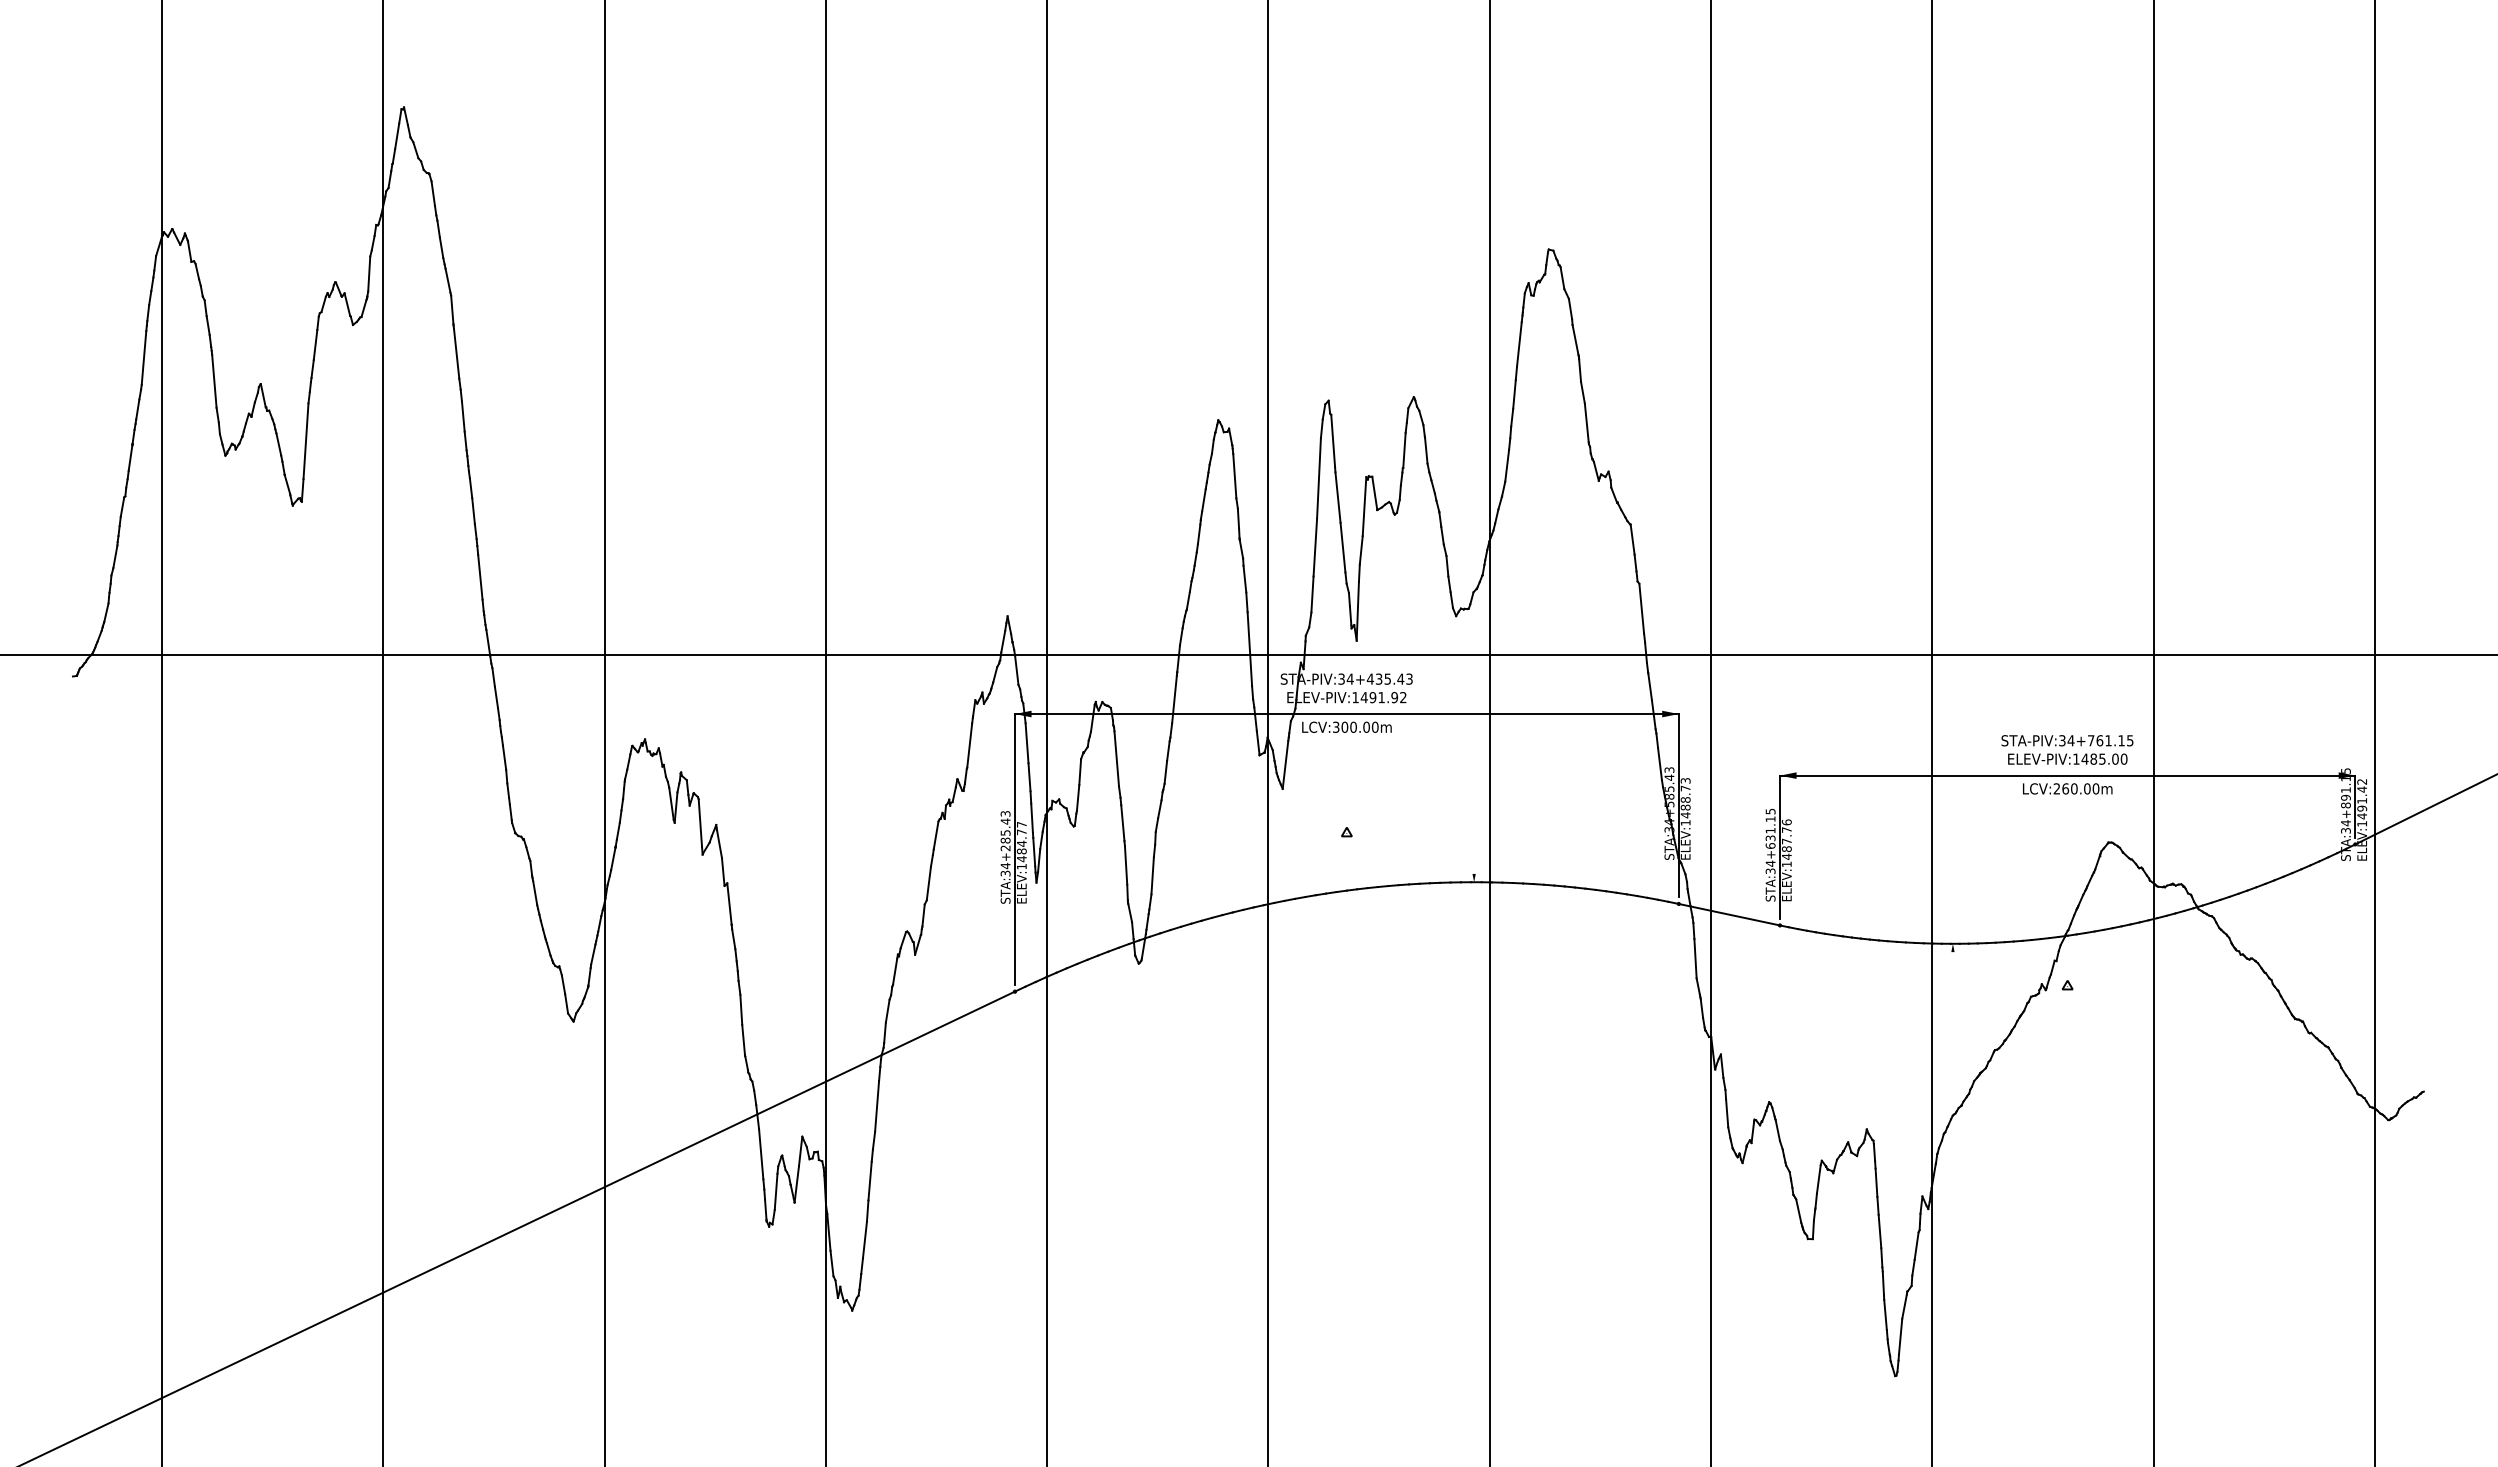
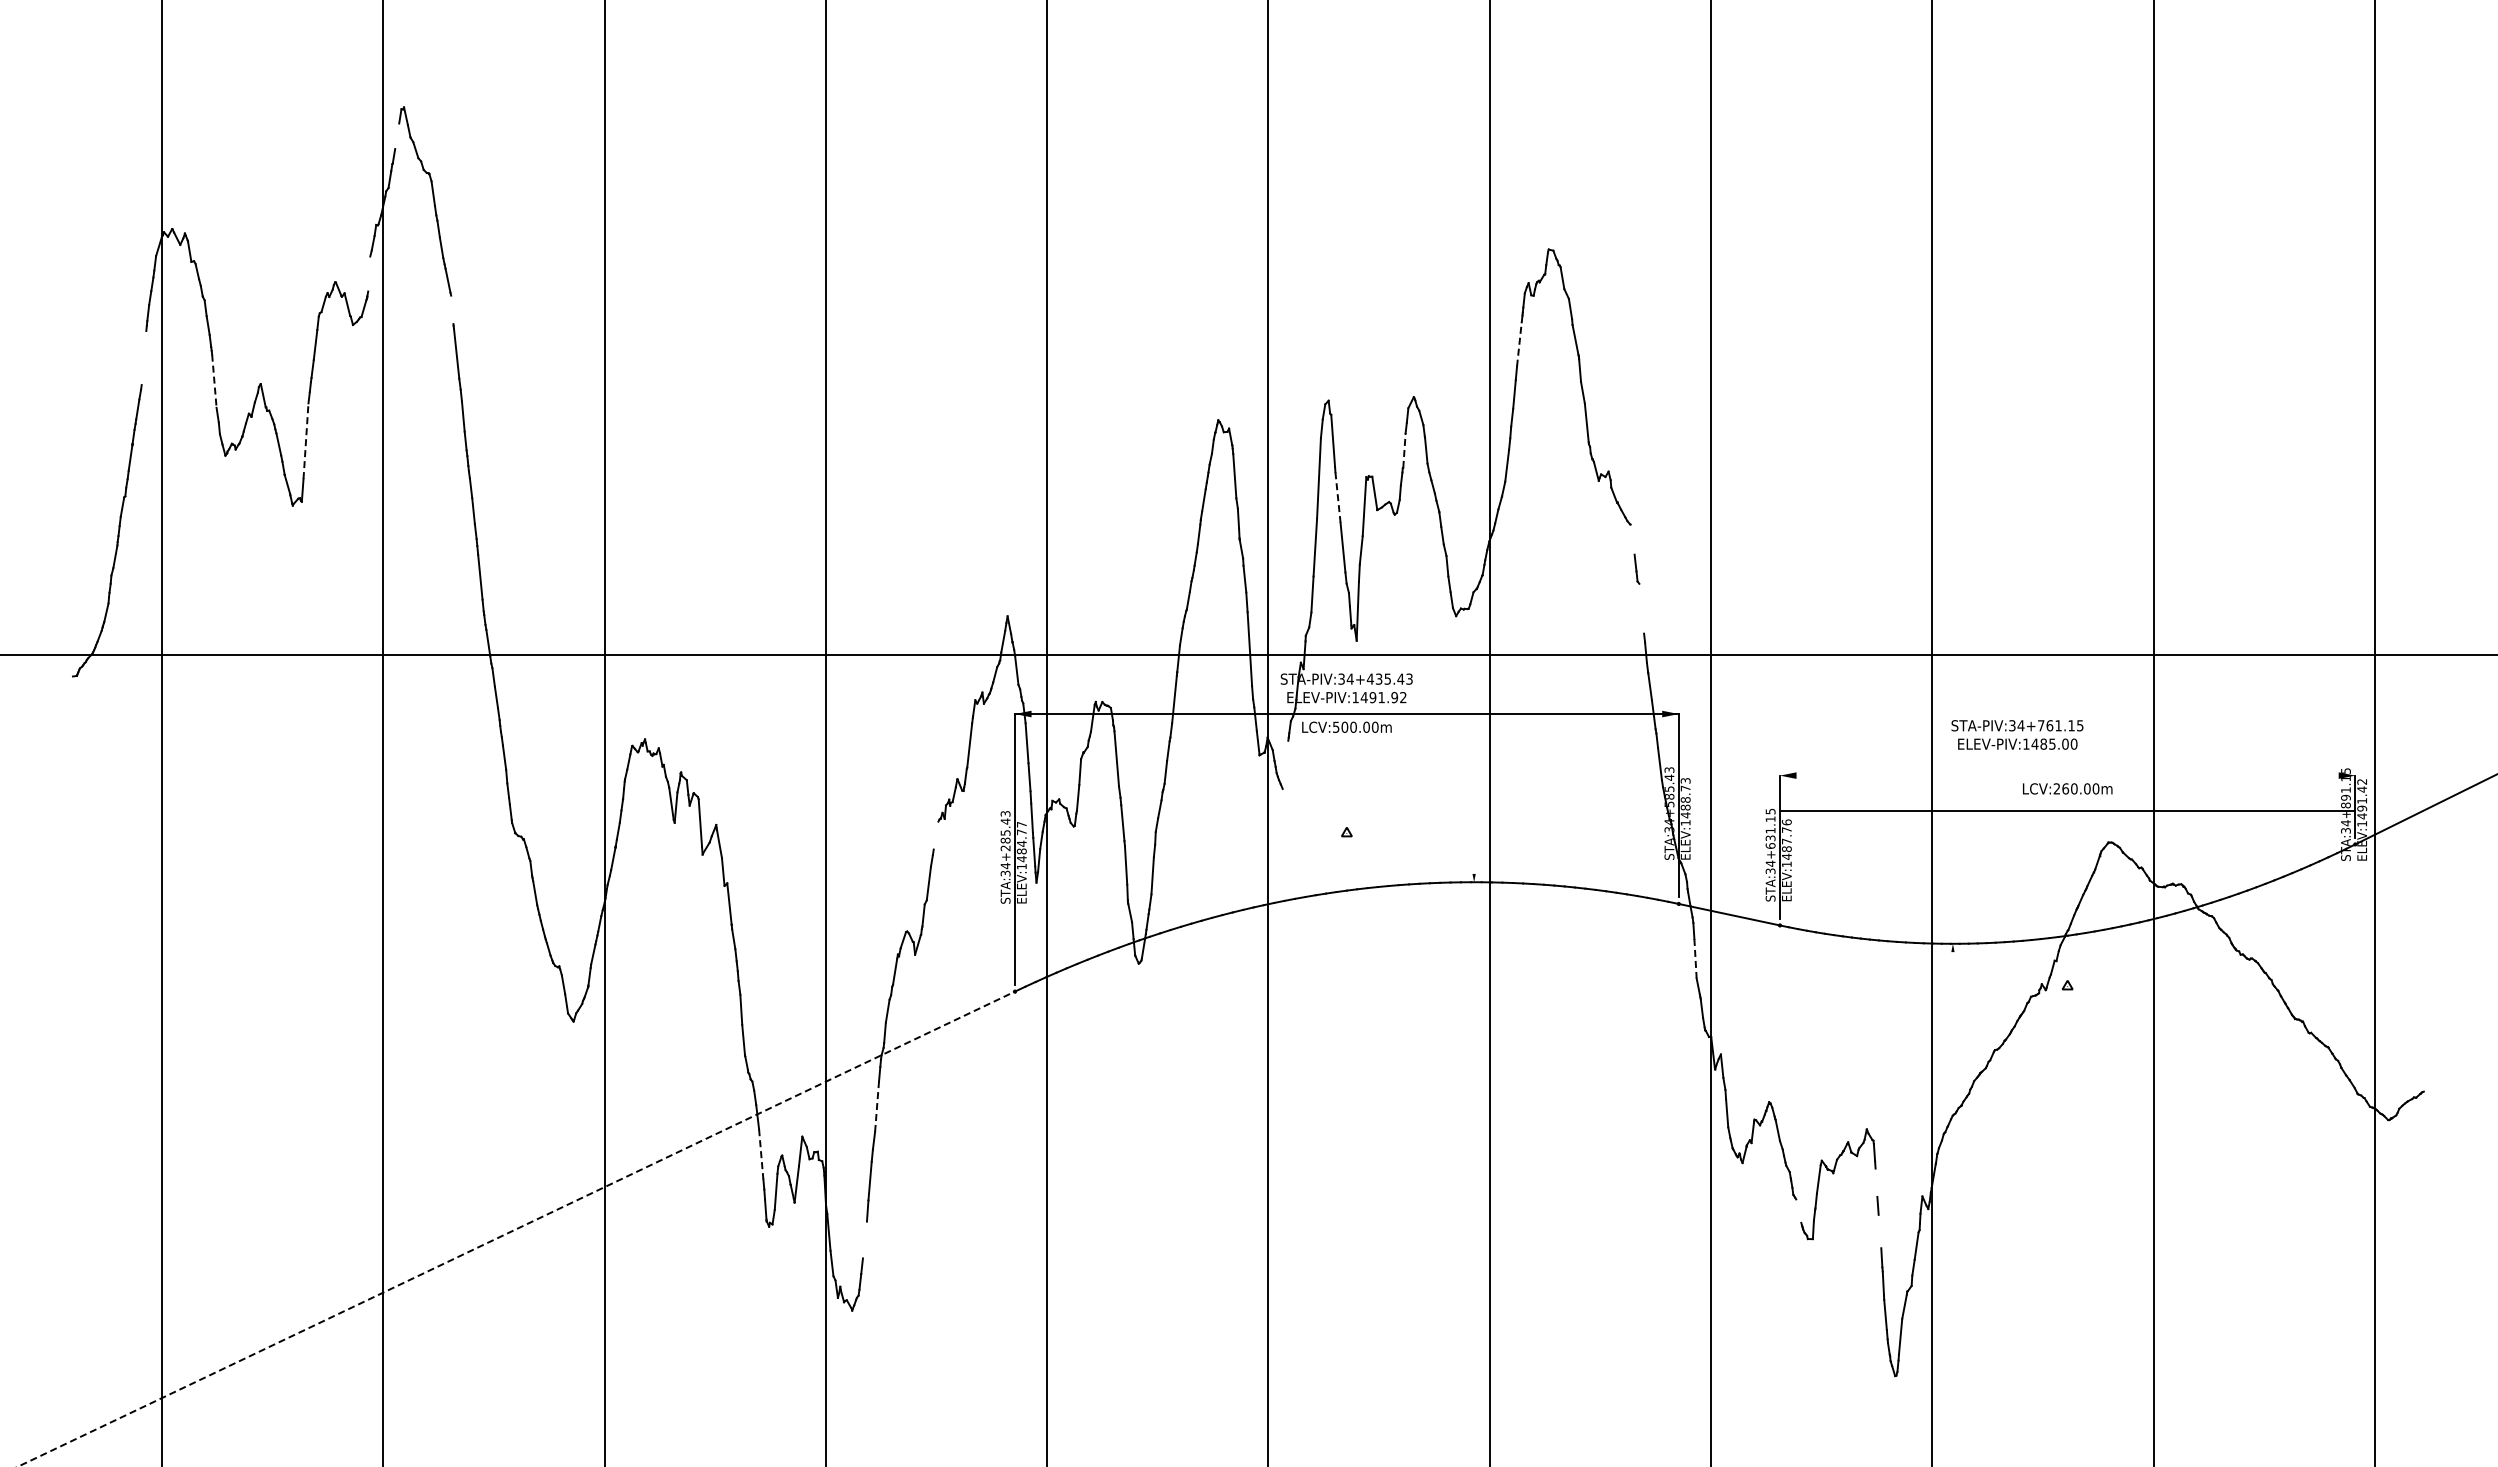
line at (397, 136): present -> none
line at (369, 273): present -> none
line at (452, 309): present -> none
line at (1519, 344): solid -> dashed
line at (143, 358): present -> none
line at (214, 381): solid -> dashed
line at (306, 441): solid -> dashed
line at (1404, 450): solid -> dashed
line at (1338, 498): solid -> dashed
line at (1632, 539): present -> none
line at (1641, 608): present -> none
text at (1336, 726): LCV:300.00m -> LCV:500.00m
text at (2067, 749) position: (2067, 749) -> (2017, 734)
line at (1285, 764): present -> none
line at (2067, 775) position: (2067, 775) -> (2067, 810)
line at (935, 835): present -> none
line at (1695, 958): solid -> dashed
line at (877, 1106): solid -> dashed
line at (761, 1154): solid -> dashed
line at (1876, 1182): present -> none
line at (1798, 1210): present -> none
line at (516, 1229): solid -> dashed
line at (1879, 1231): present -> none
line at (864, 1239): present -> none
